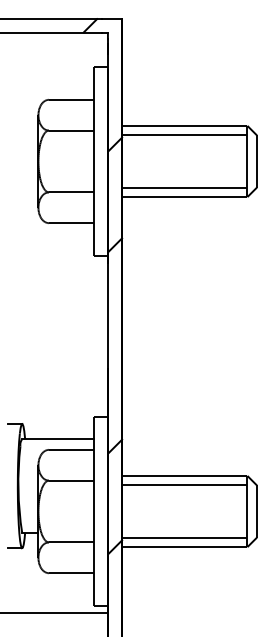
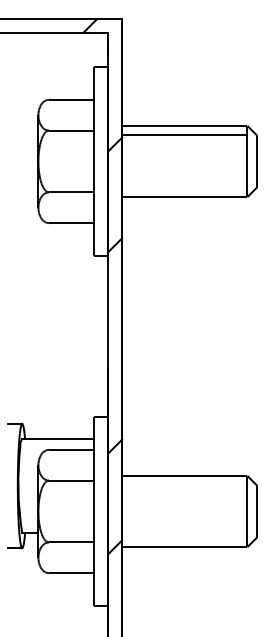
line at (184, 187): present -> none
line at (184, 485): present -> none
line at (184, 537): present -> none
line at (54, 613): present -> none
